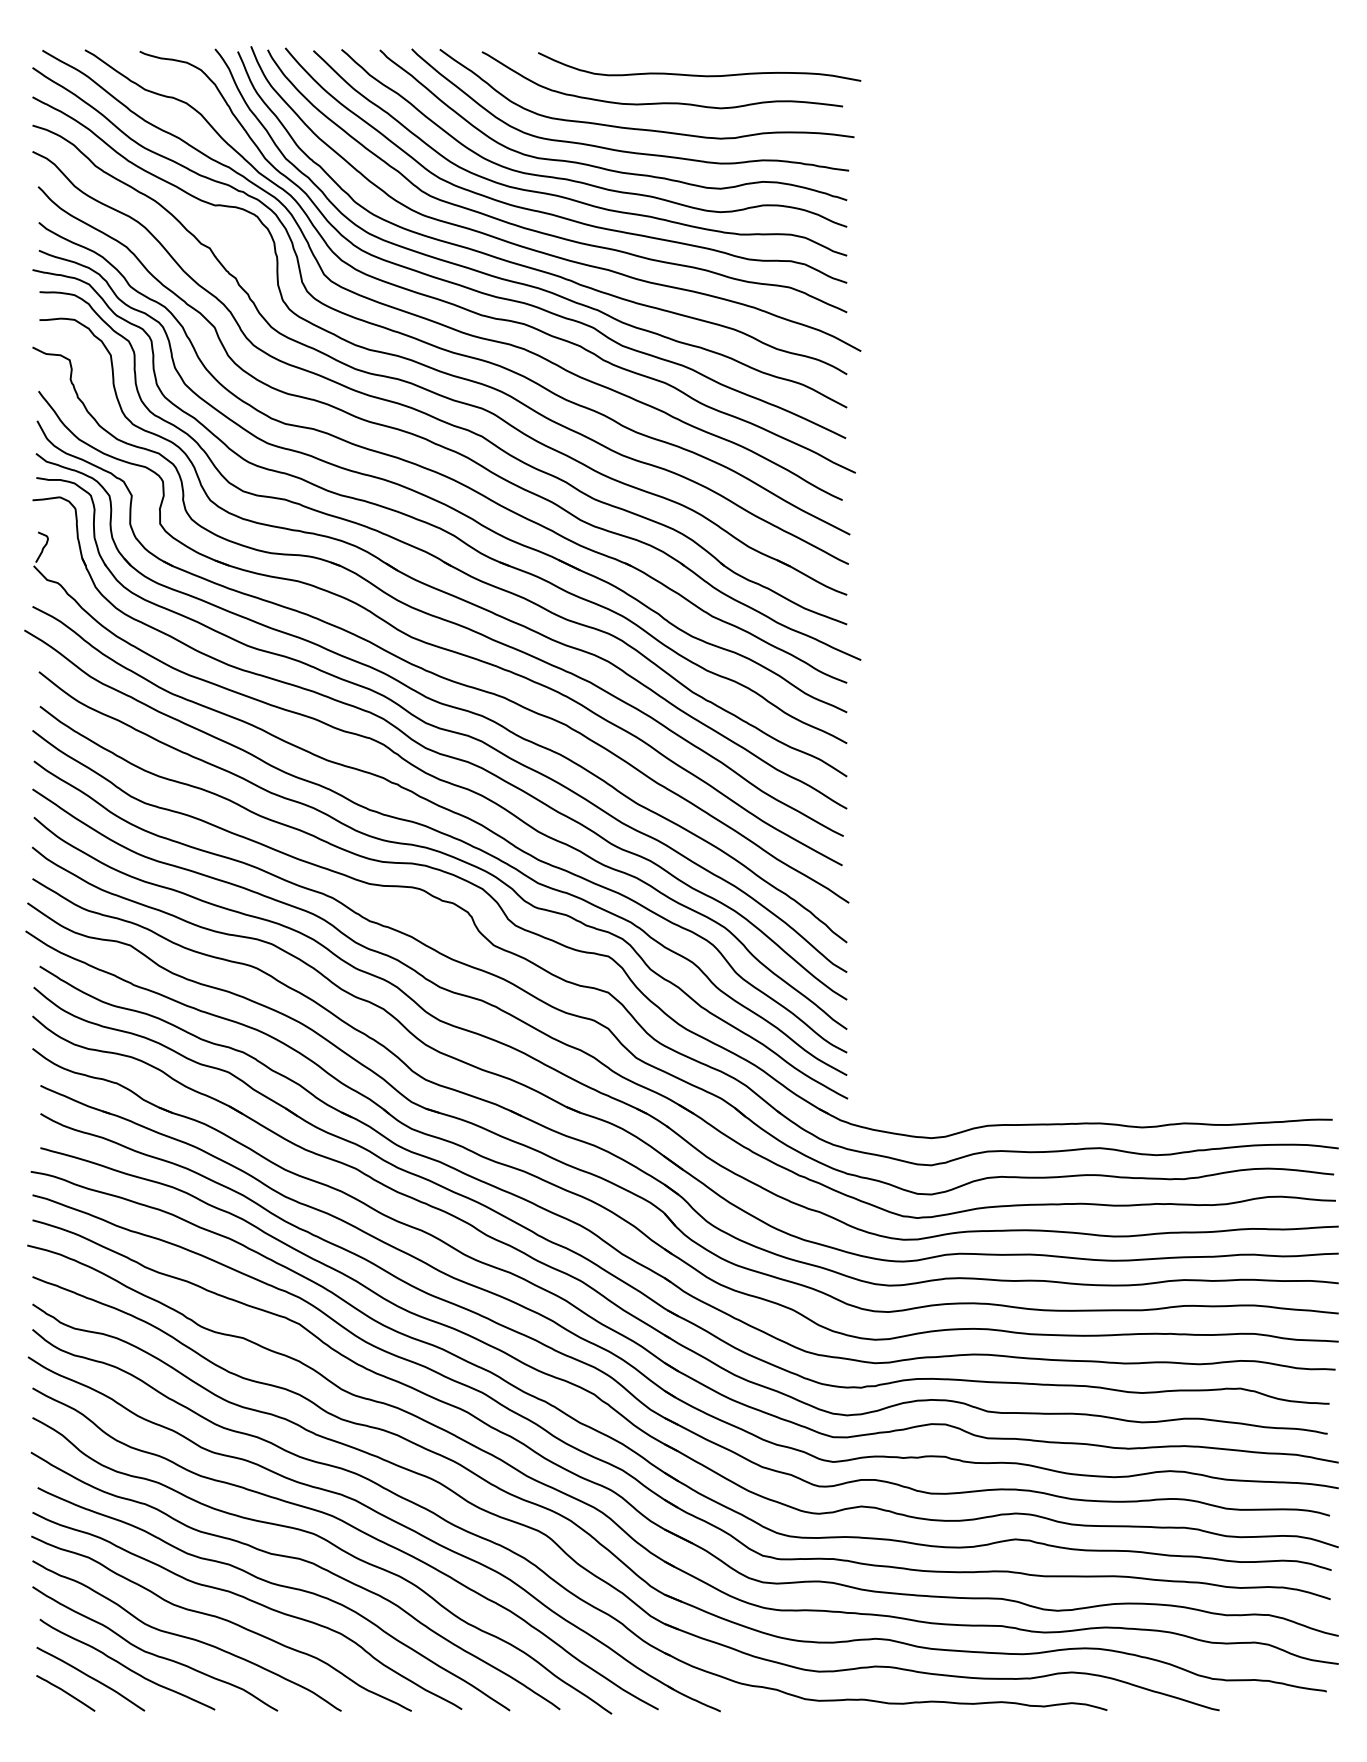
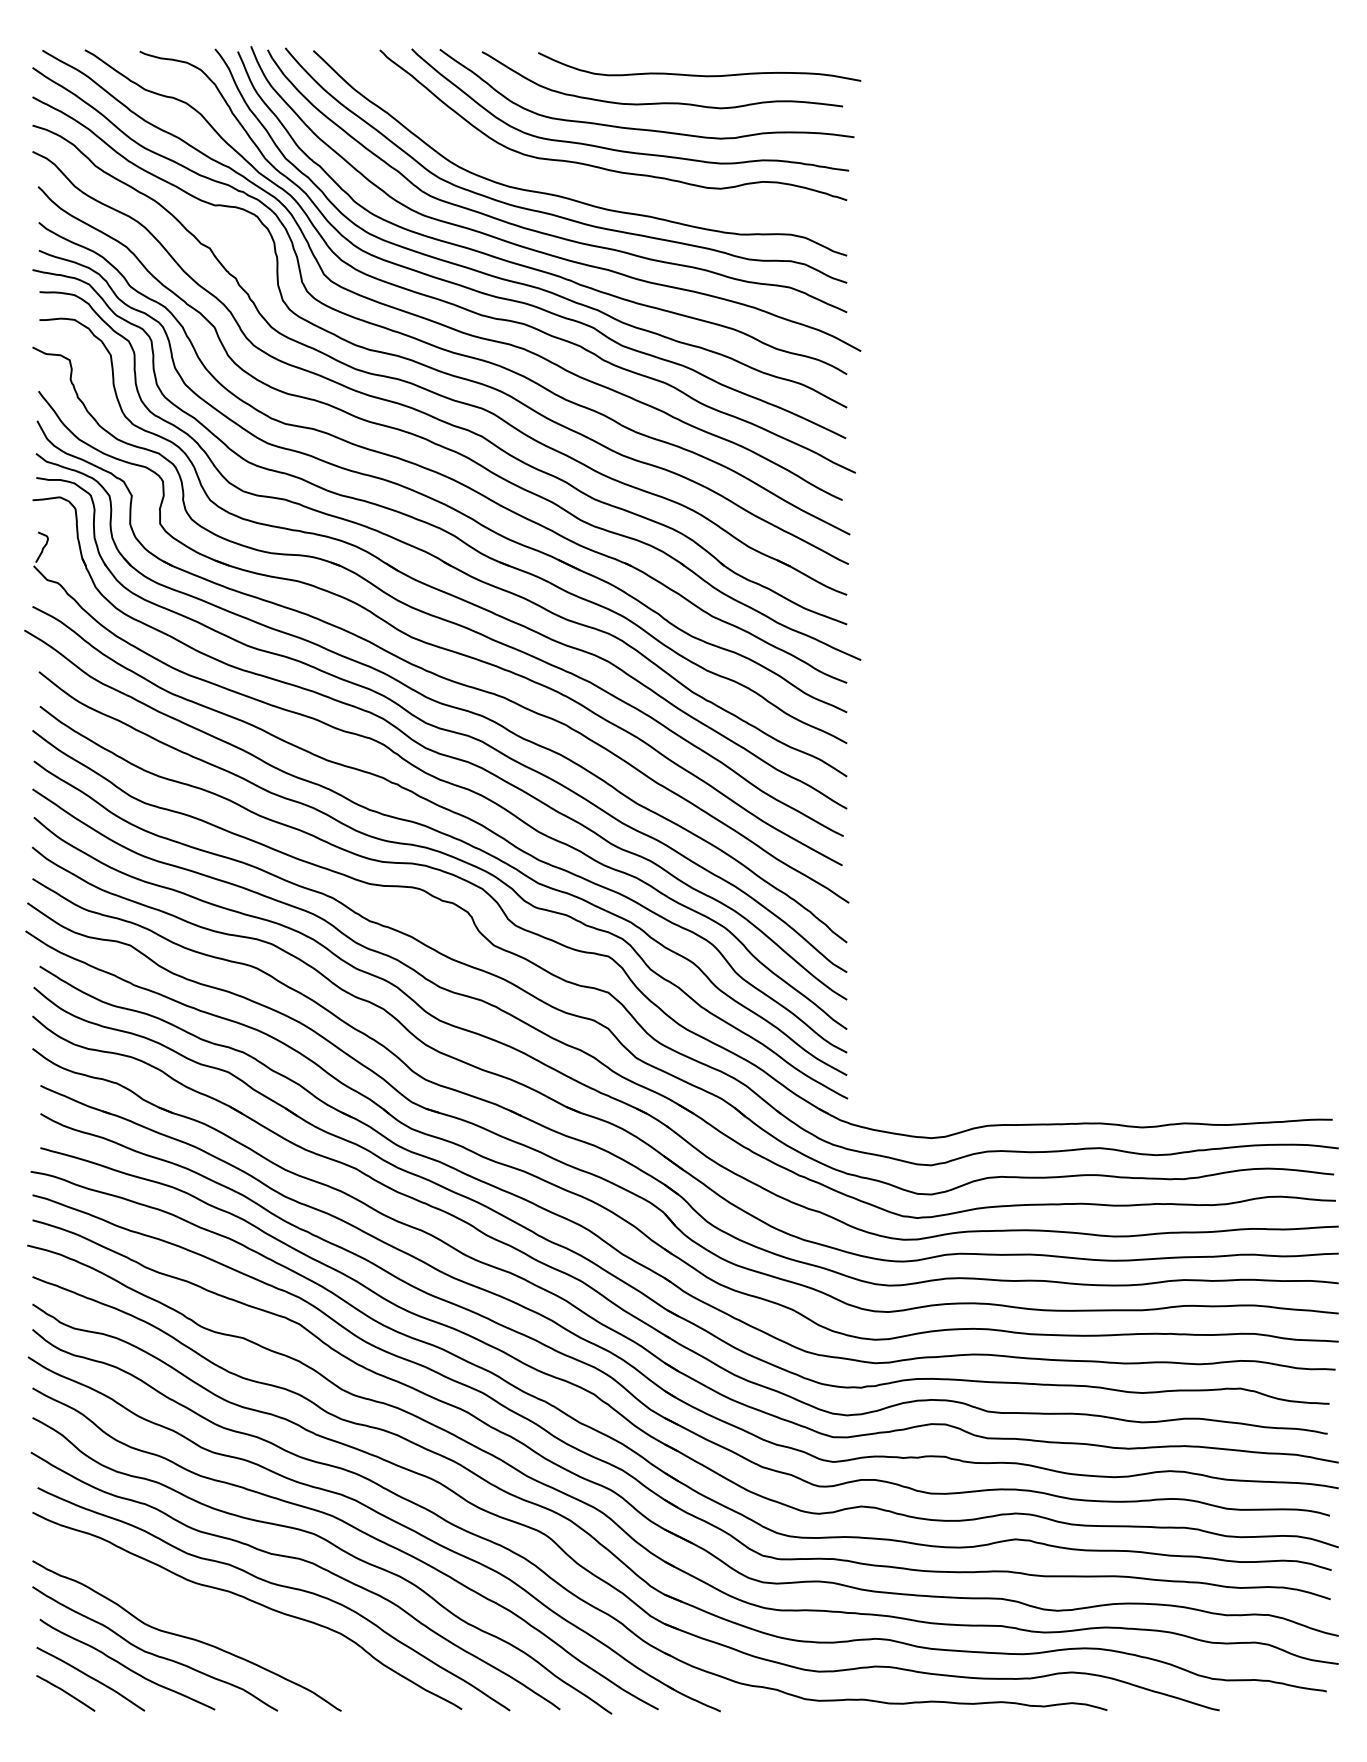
curve at (585, 182): present -> none
curve at (223, 1620): present -> none
